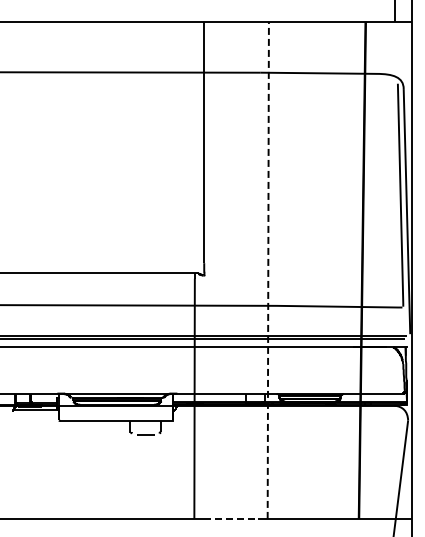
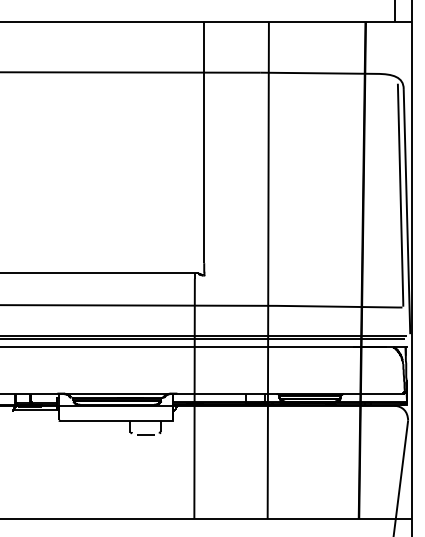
line at (268, 270): dashed -> solid
line at (231, 518): dashed -> solid
